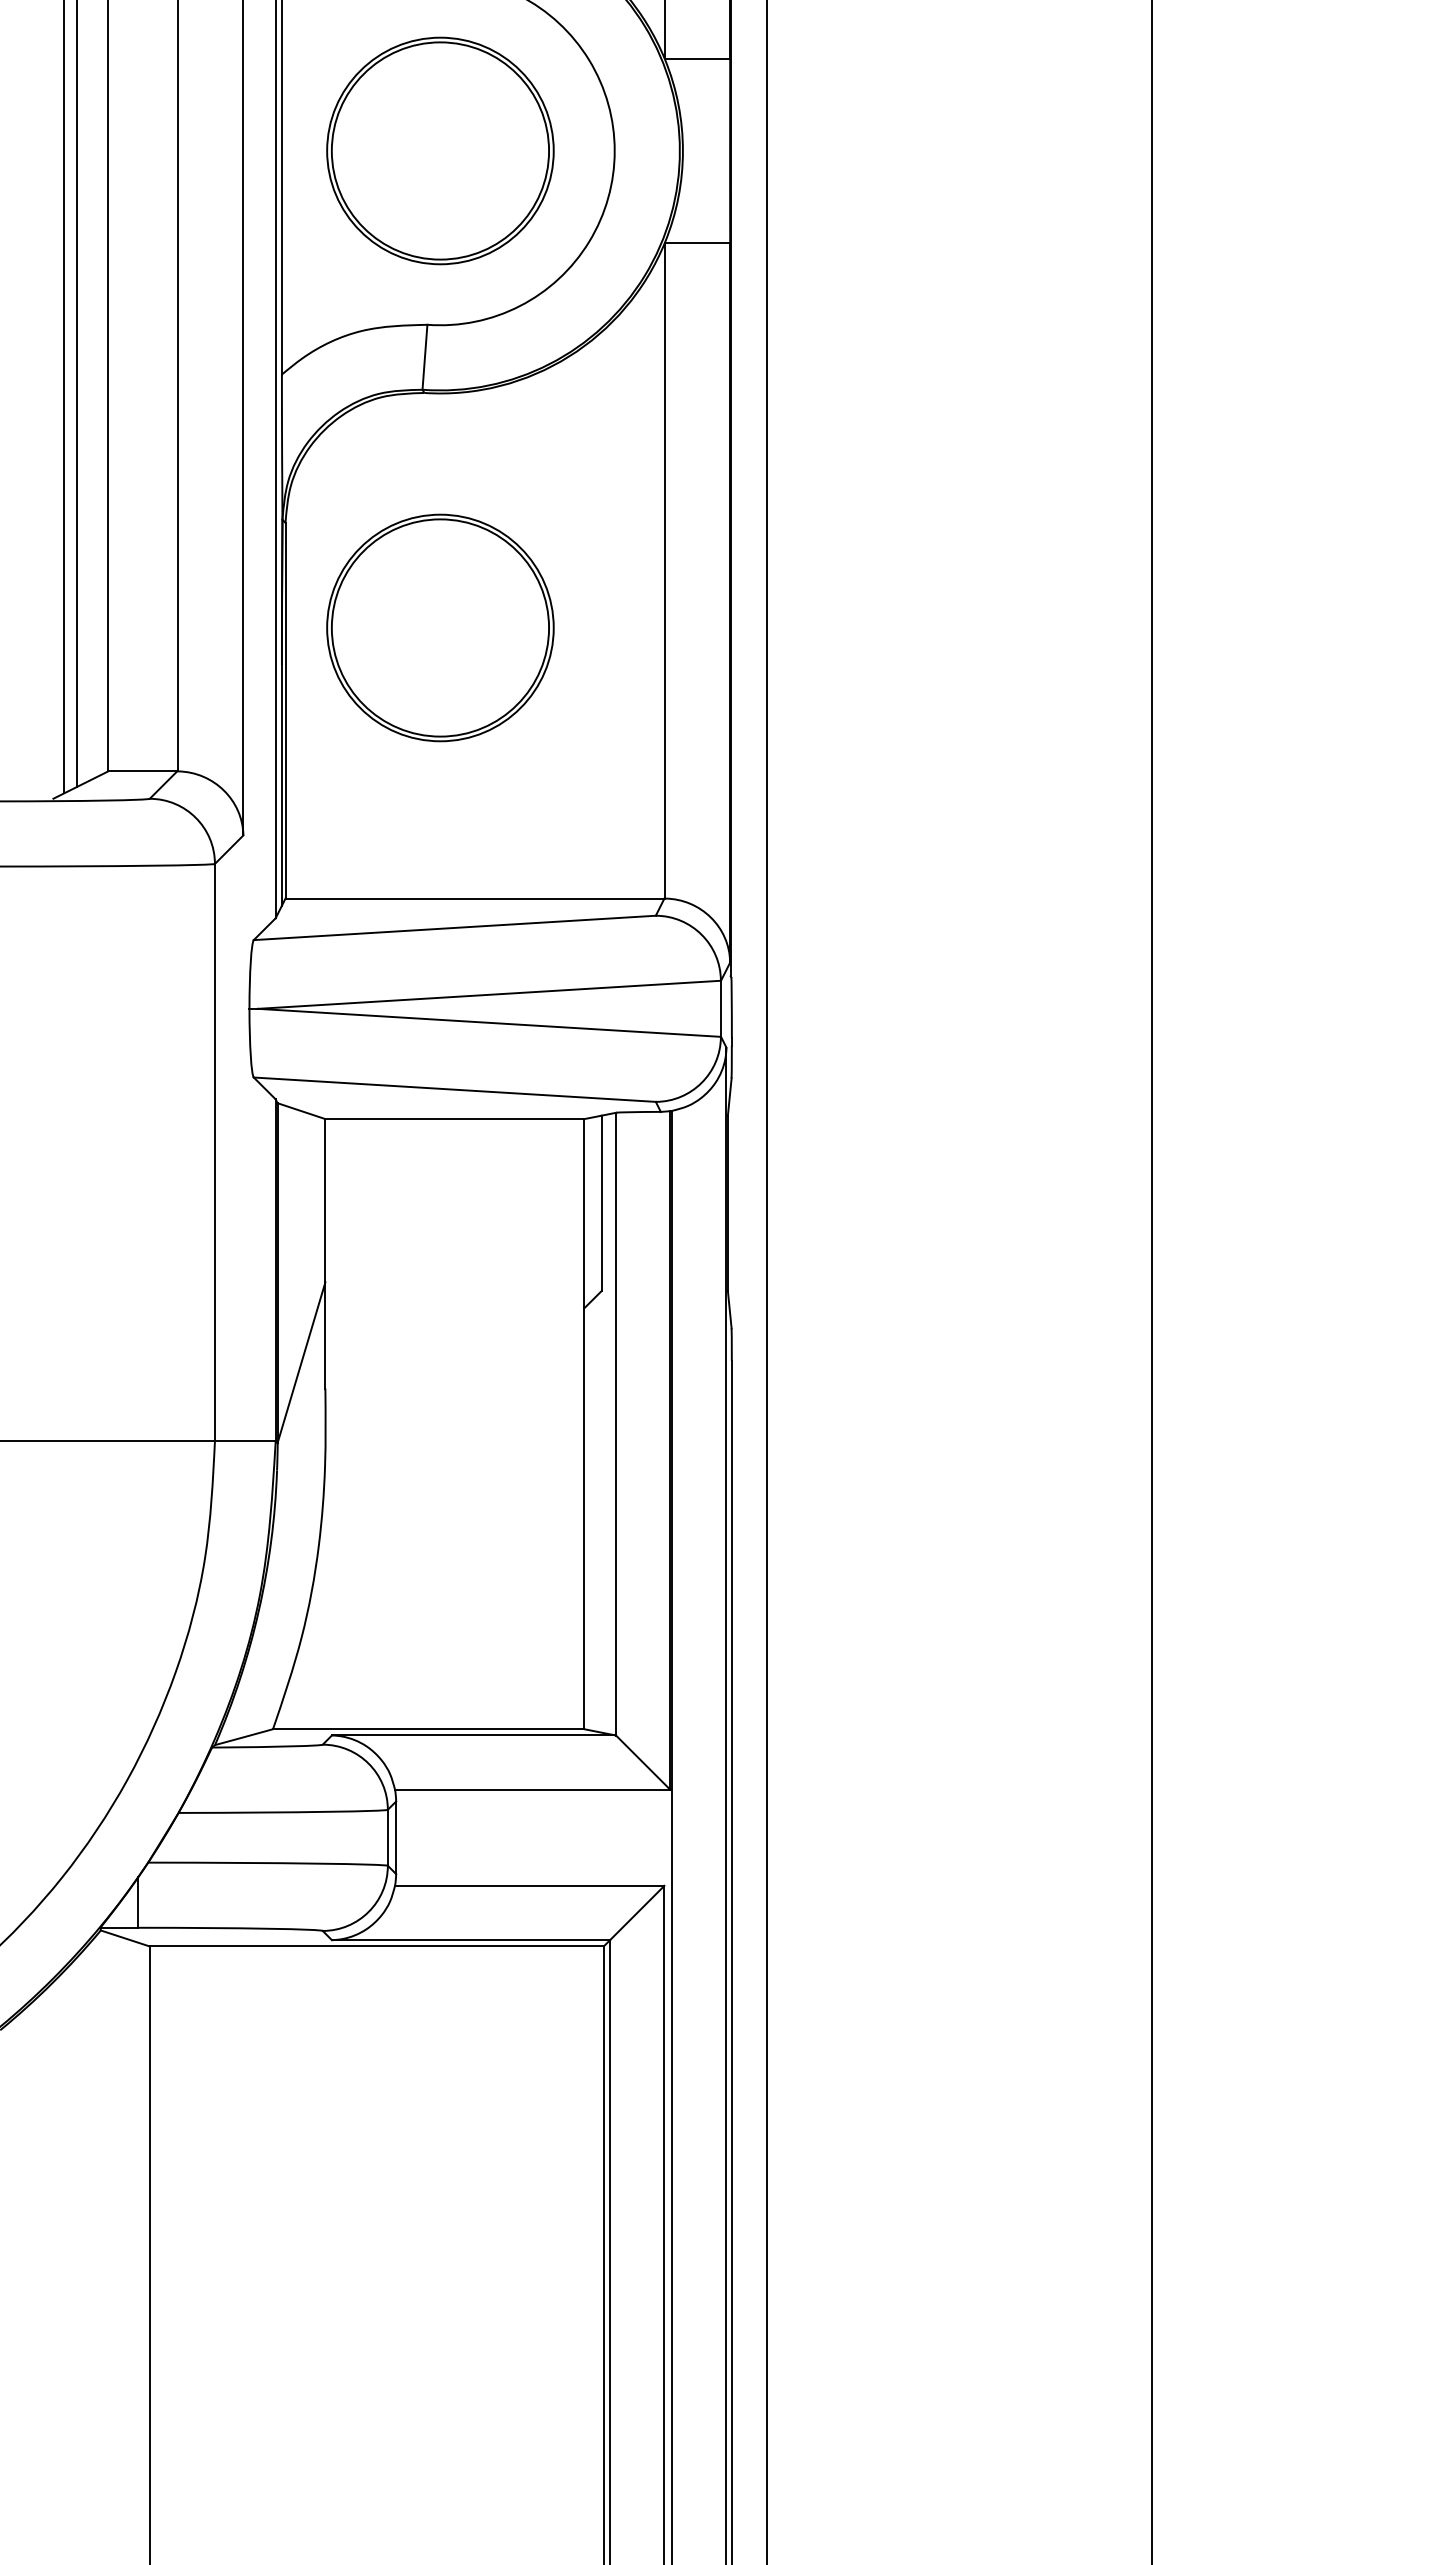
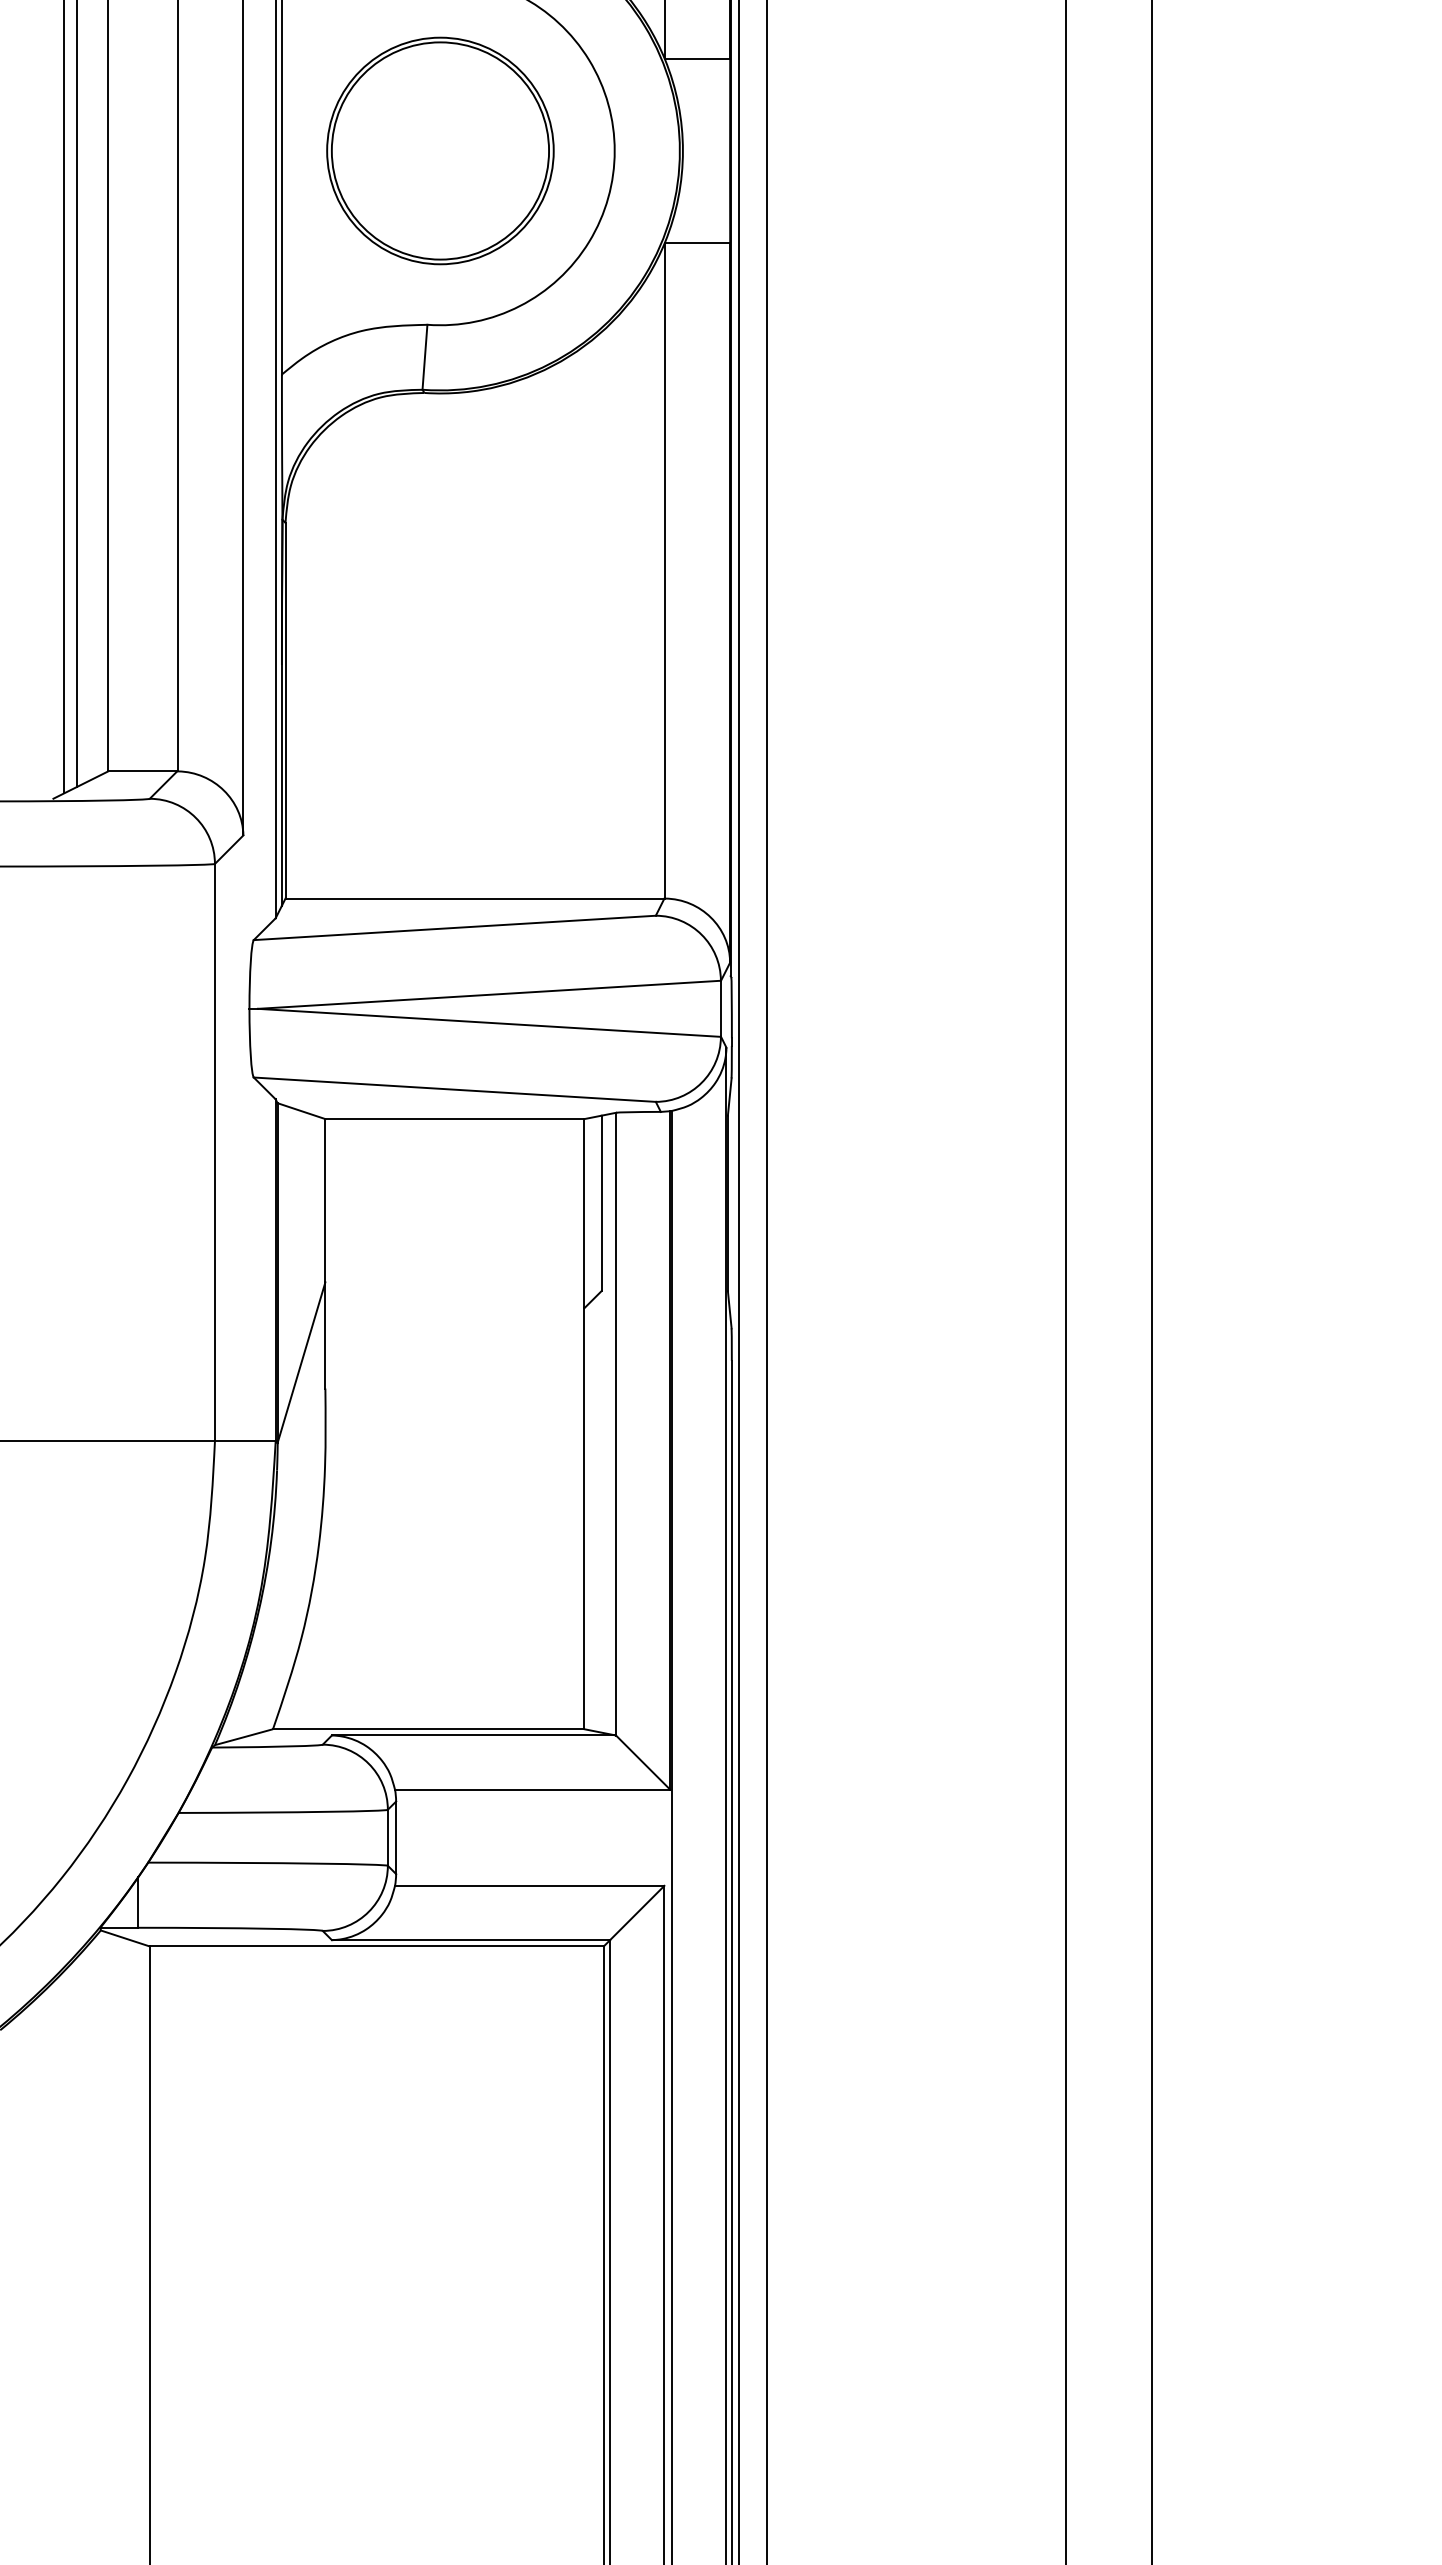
part at (440, 627): present -> none
line at (739, 1281): none -> present
line at (1066, 1281): none -> present
